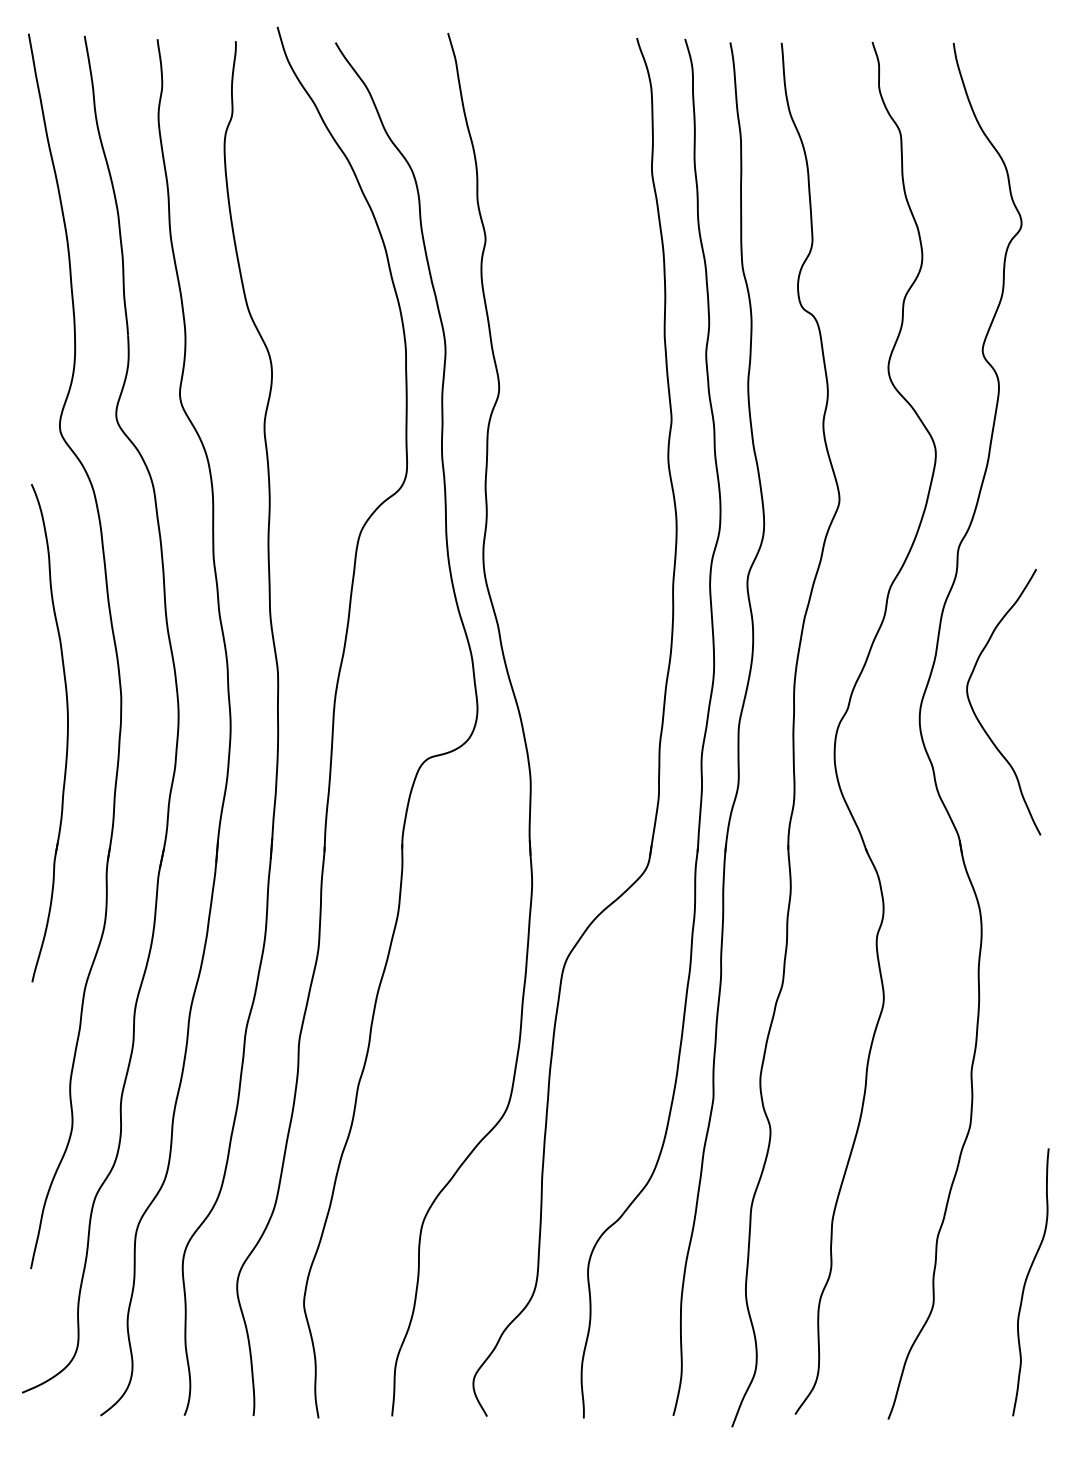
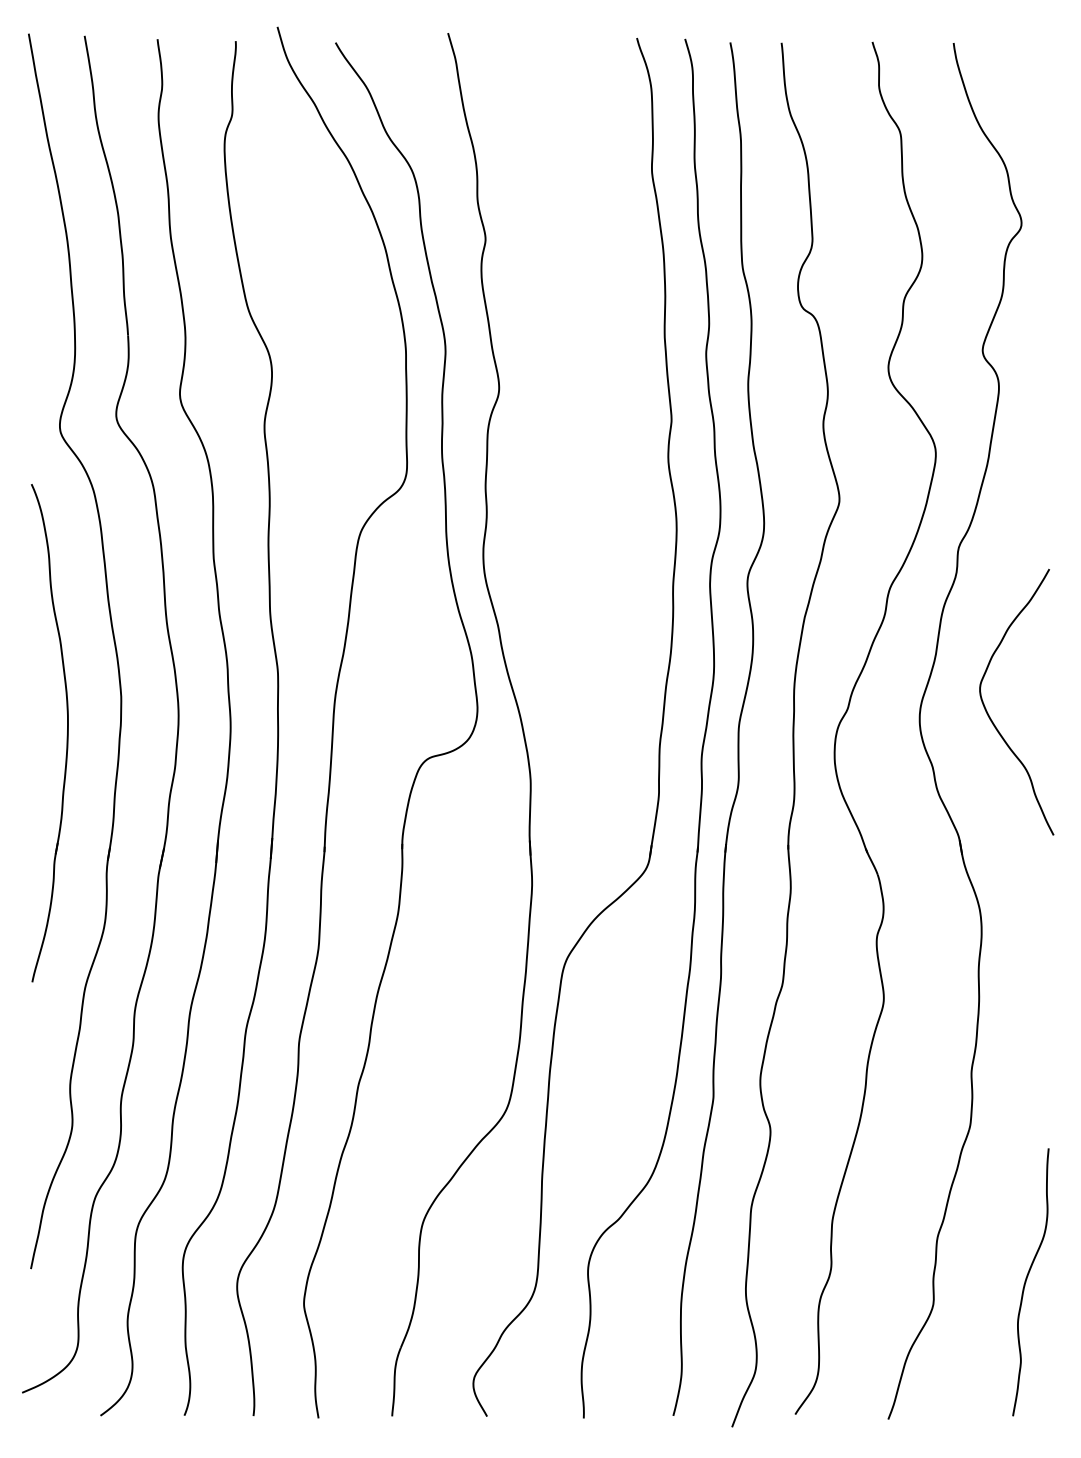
curve at (977, 716) position: (977, 716) -> (990, 716)
